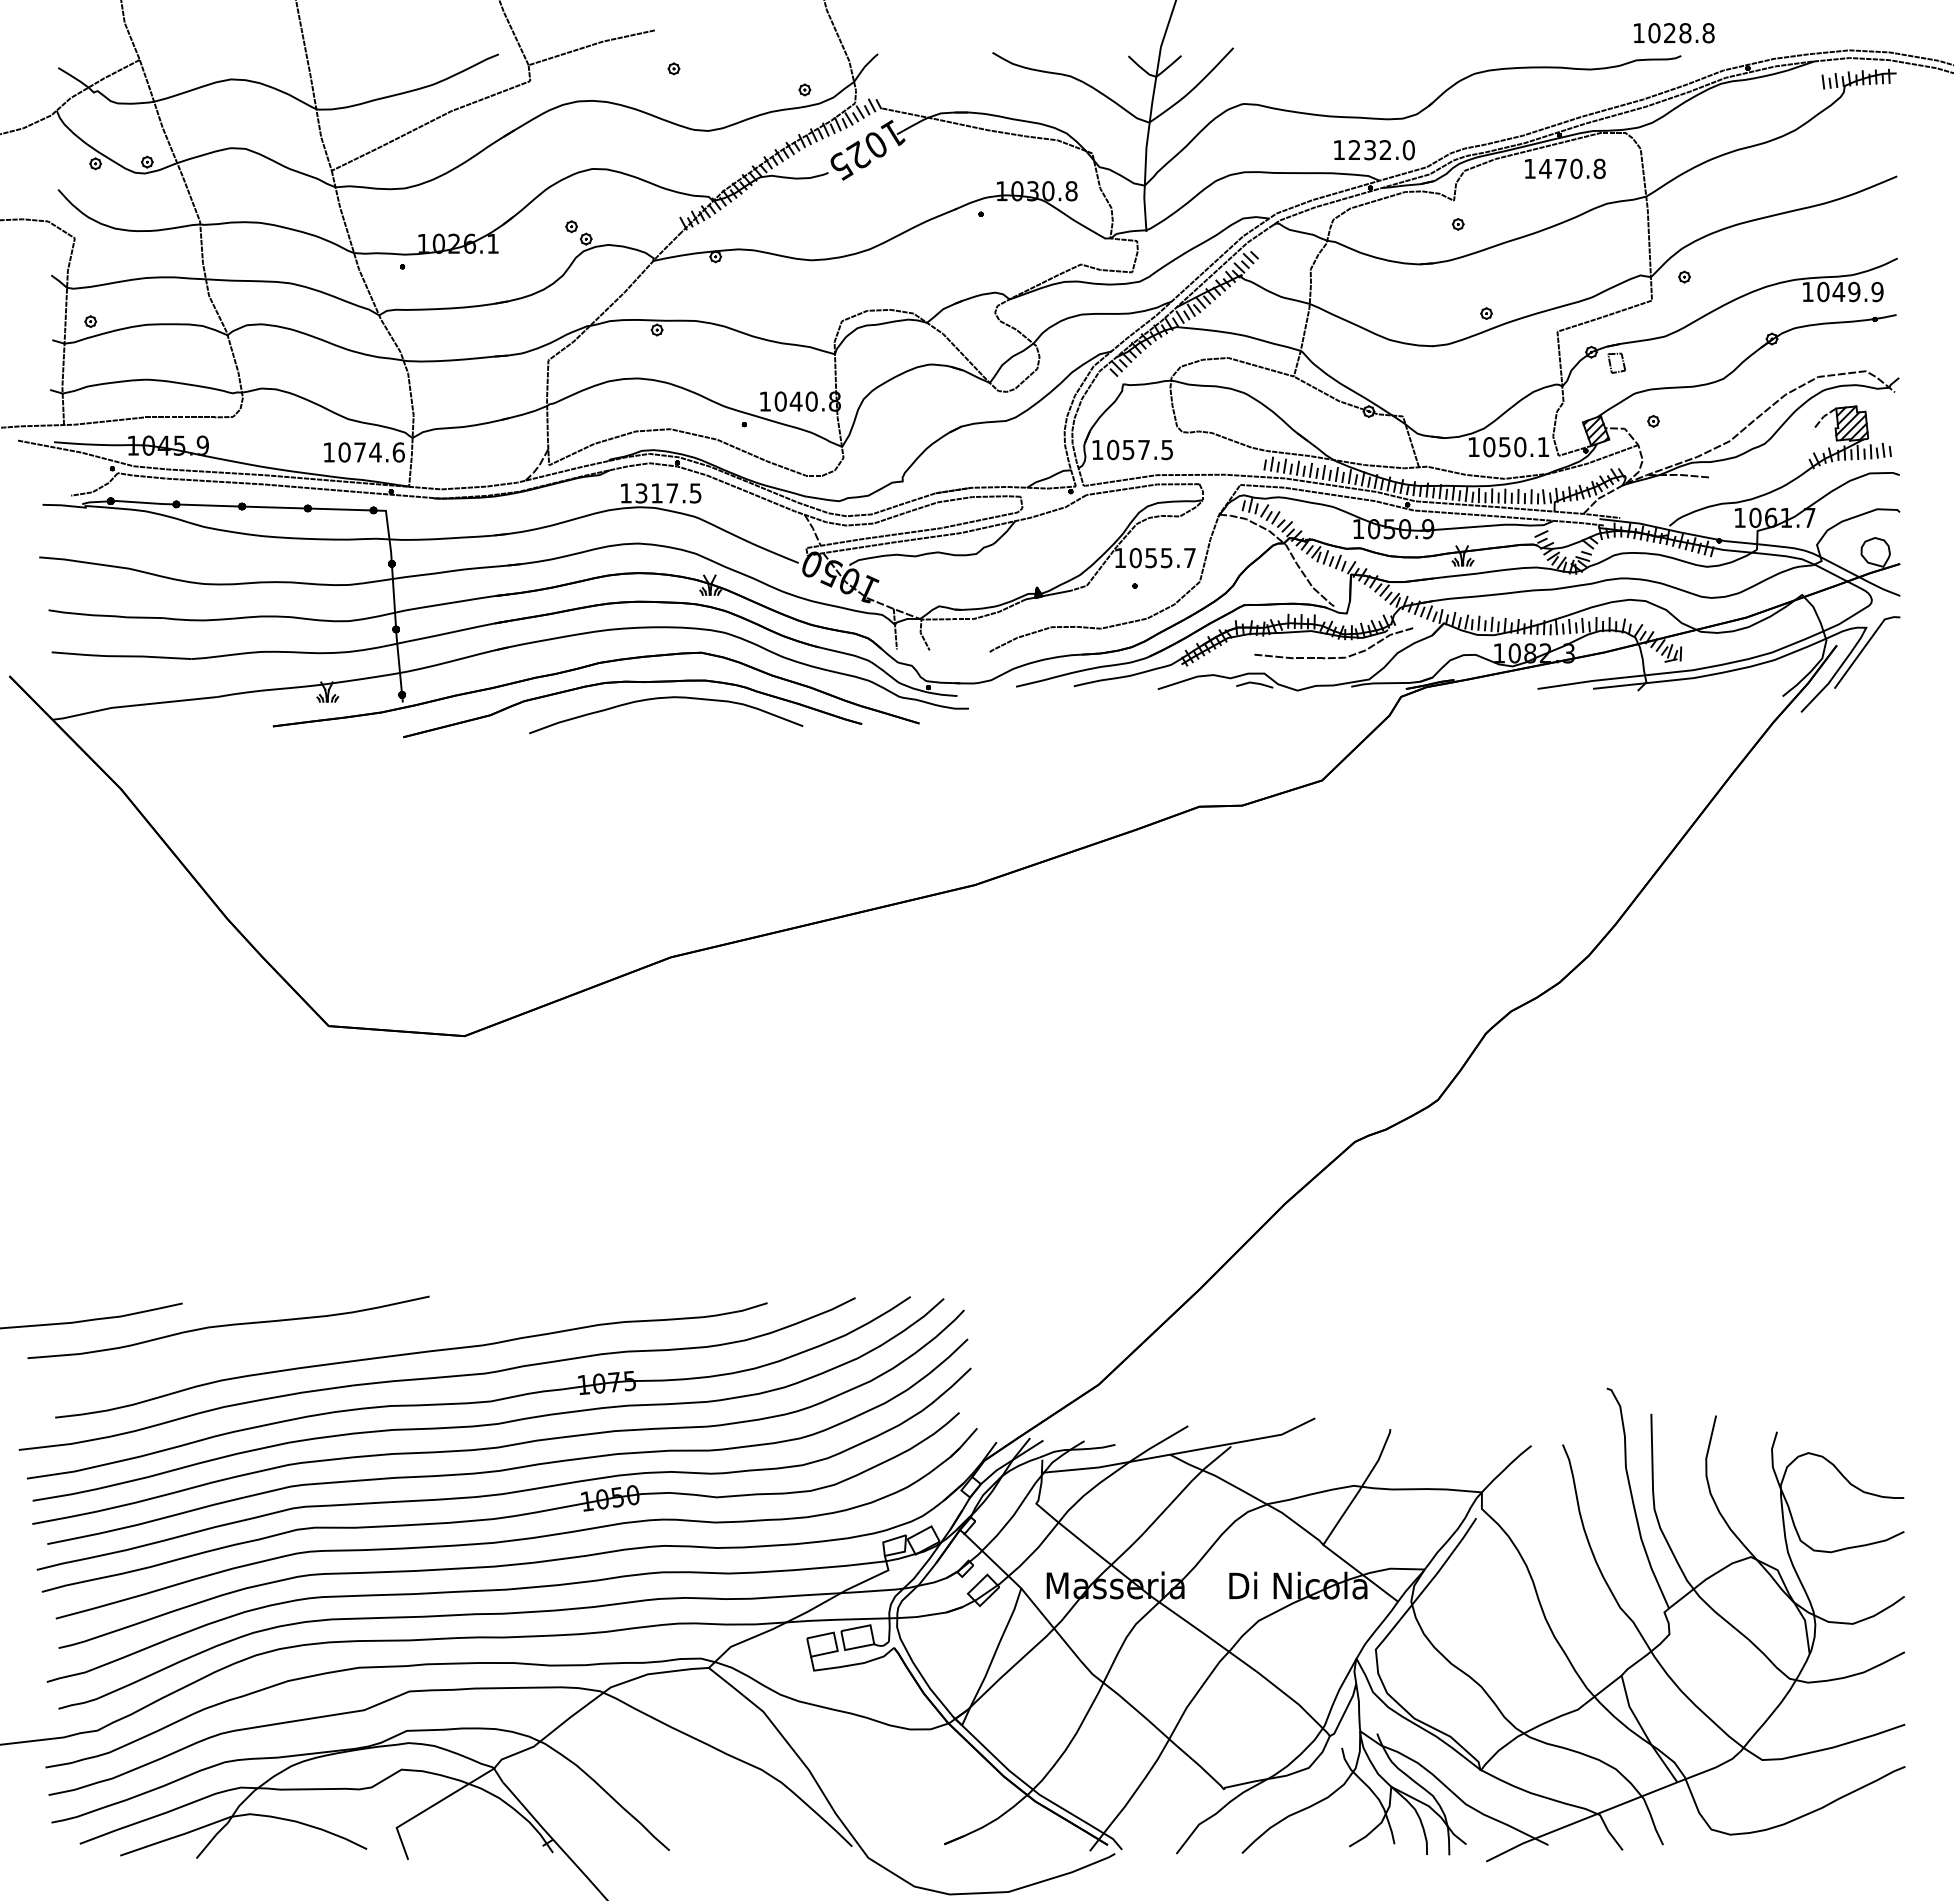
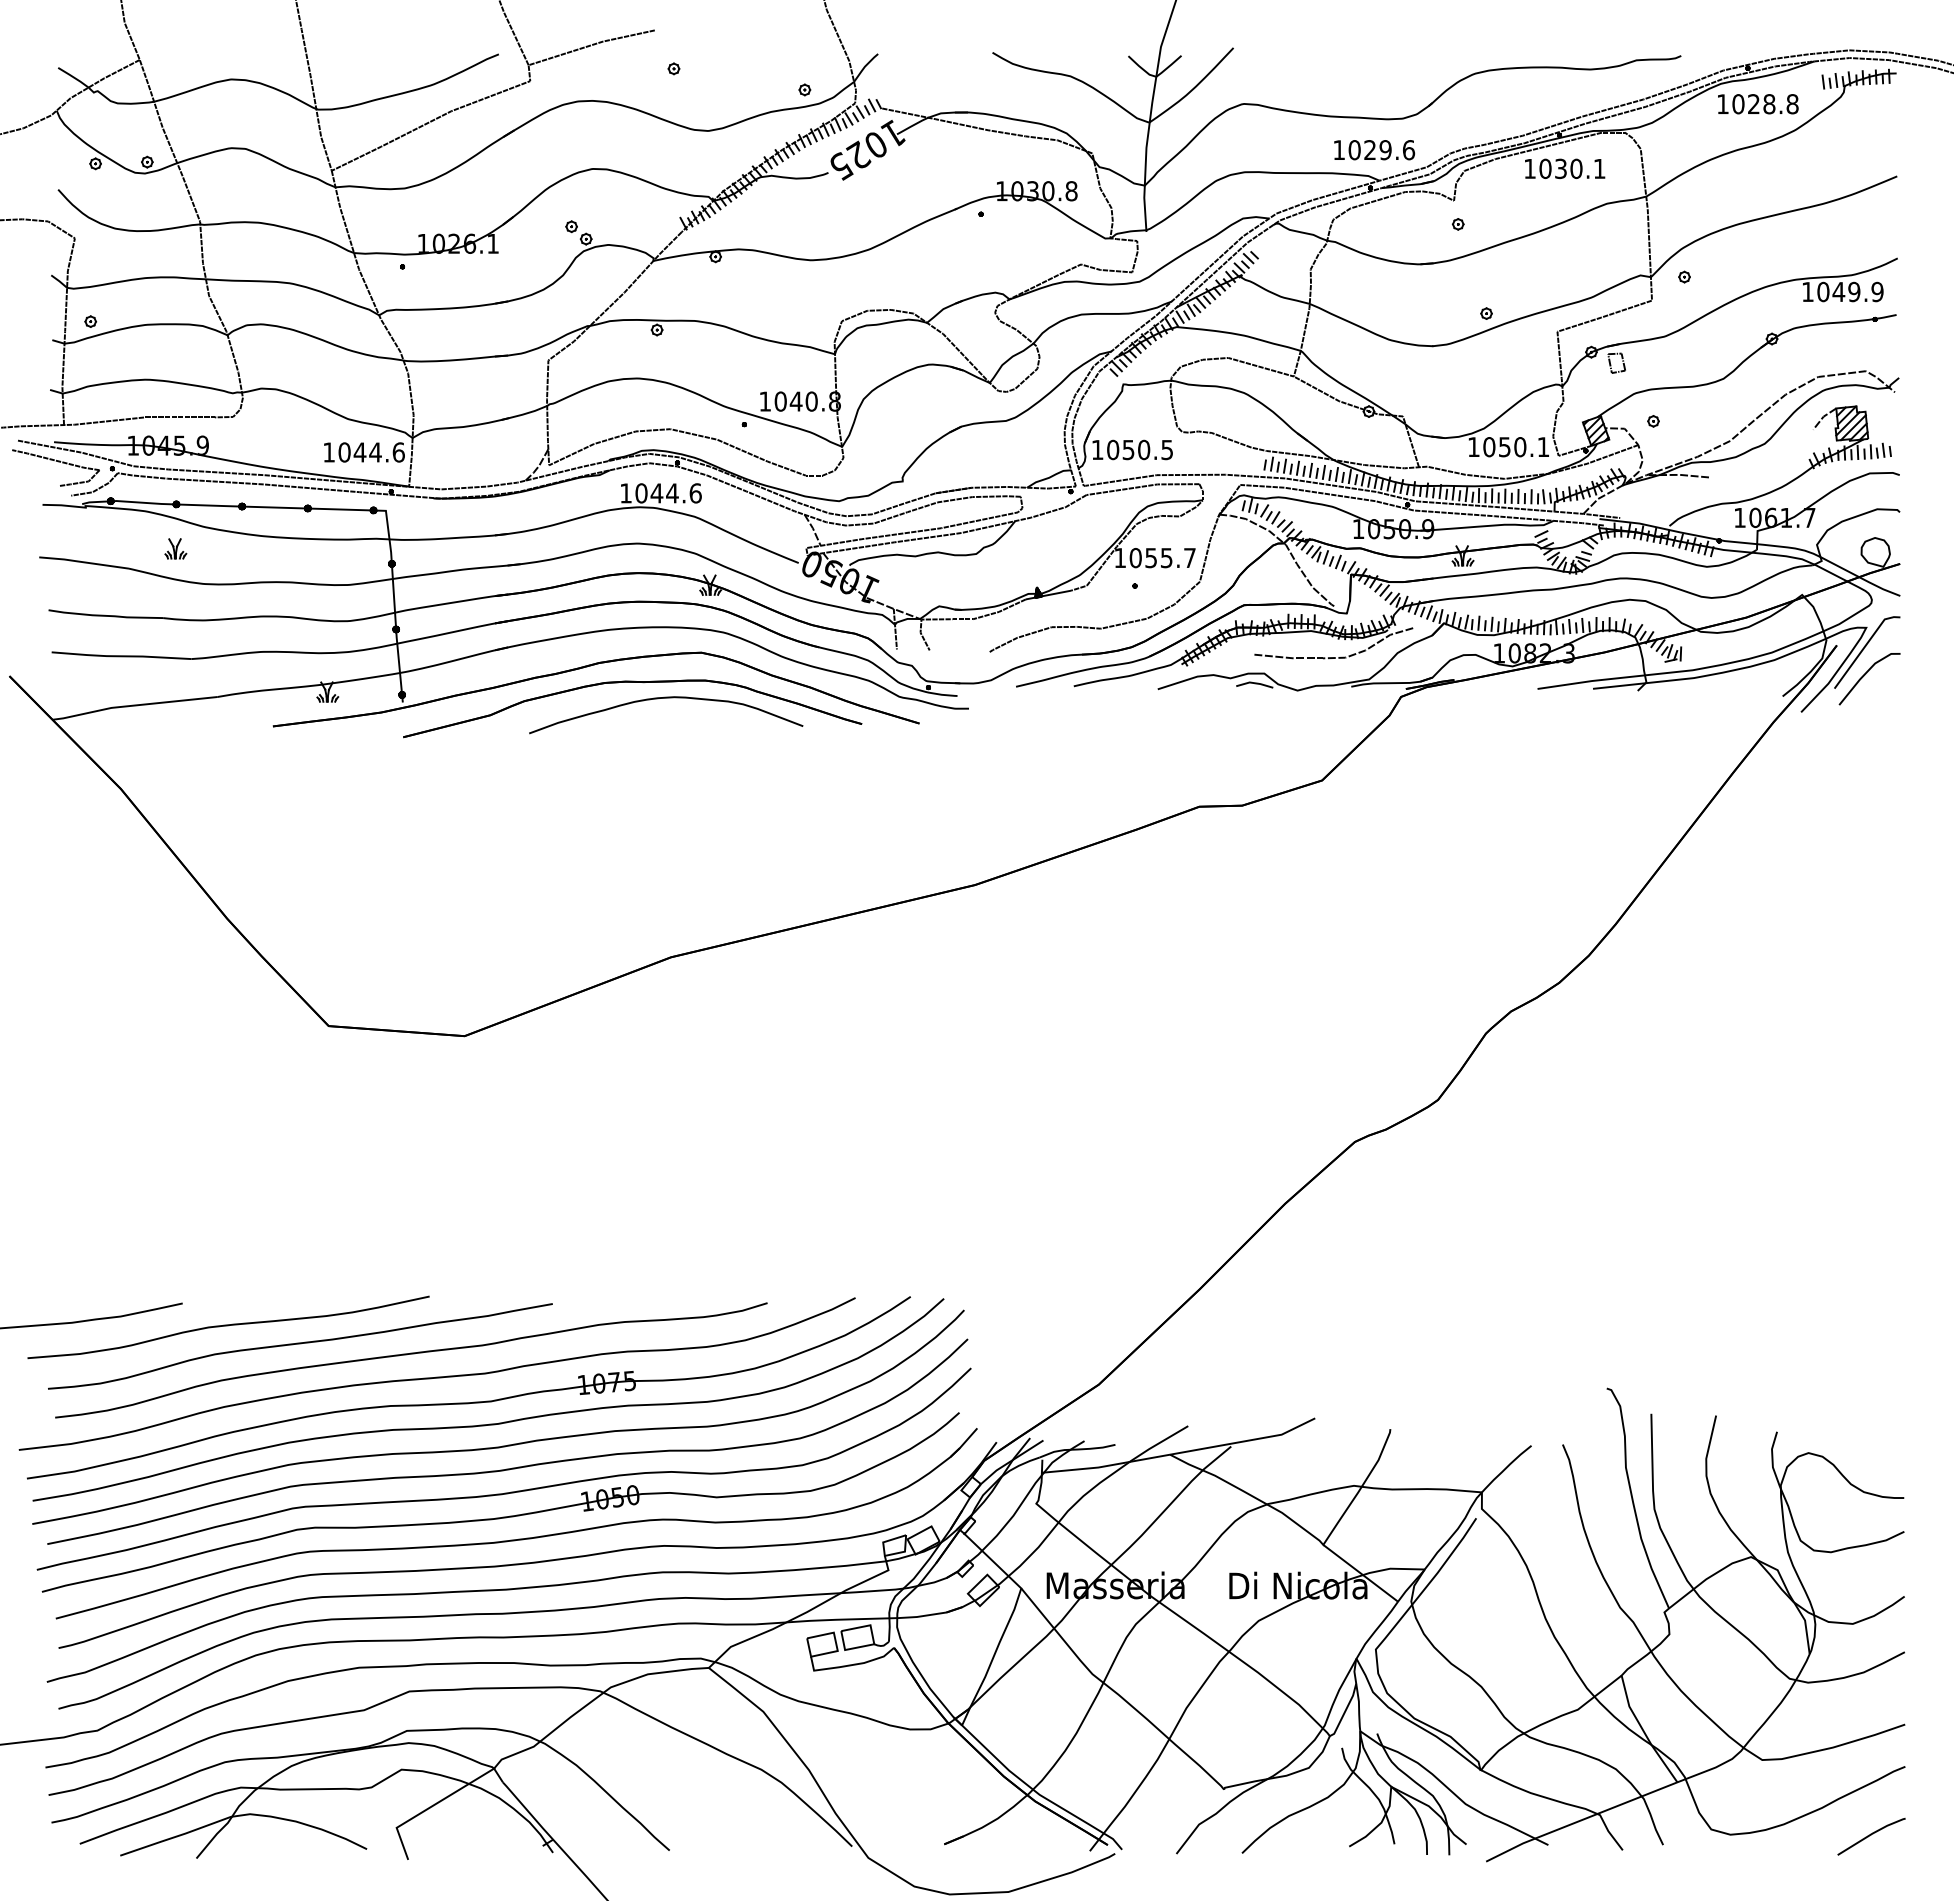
text at (1674, 33) position: (1674, 33) -> (1758, 104)
text at (1381, 150): 1232.0 -> 1029.6
text at (1572, 168): 1470.8 -> 1030.1
text at (1144, 449): 1057.5 -> 1050.5
text at (359, 452): 1074.6 -> 1044.6
part at (55, 467): none -> present
text at (668, 493): 1317.5 -> 1044.6
part at (175, 548): none -> present
line at (1865, 675): none -> present
curve at (300, 1344): none -> present
line at (1871, 1835): none -> present
